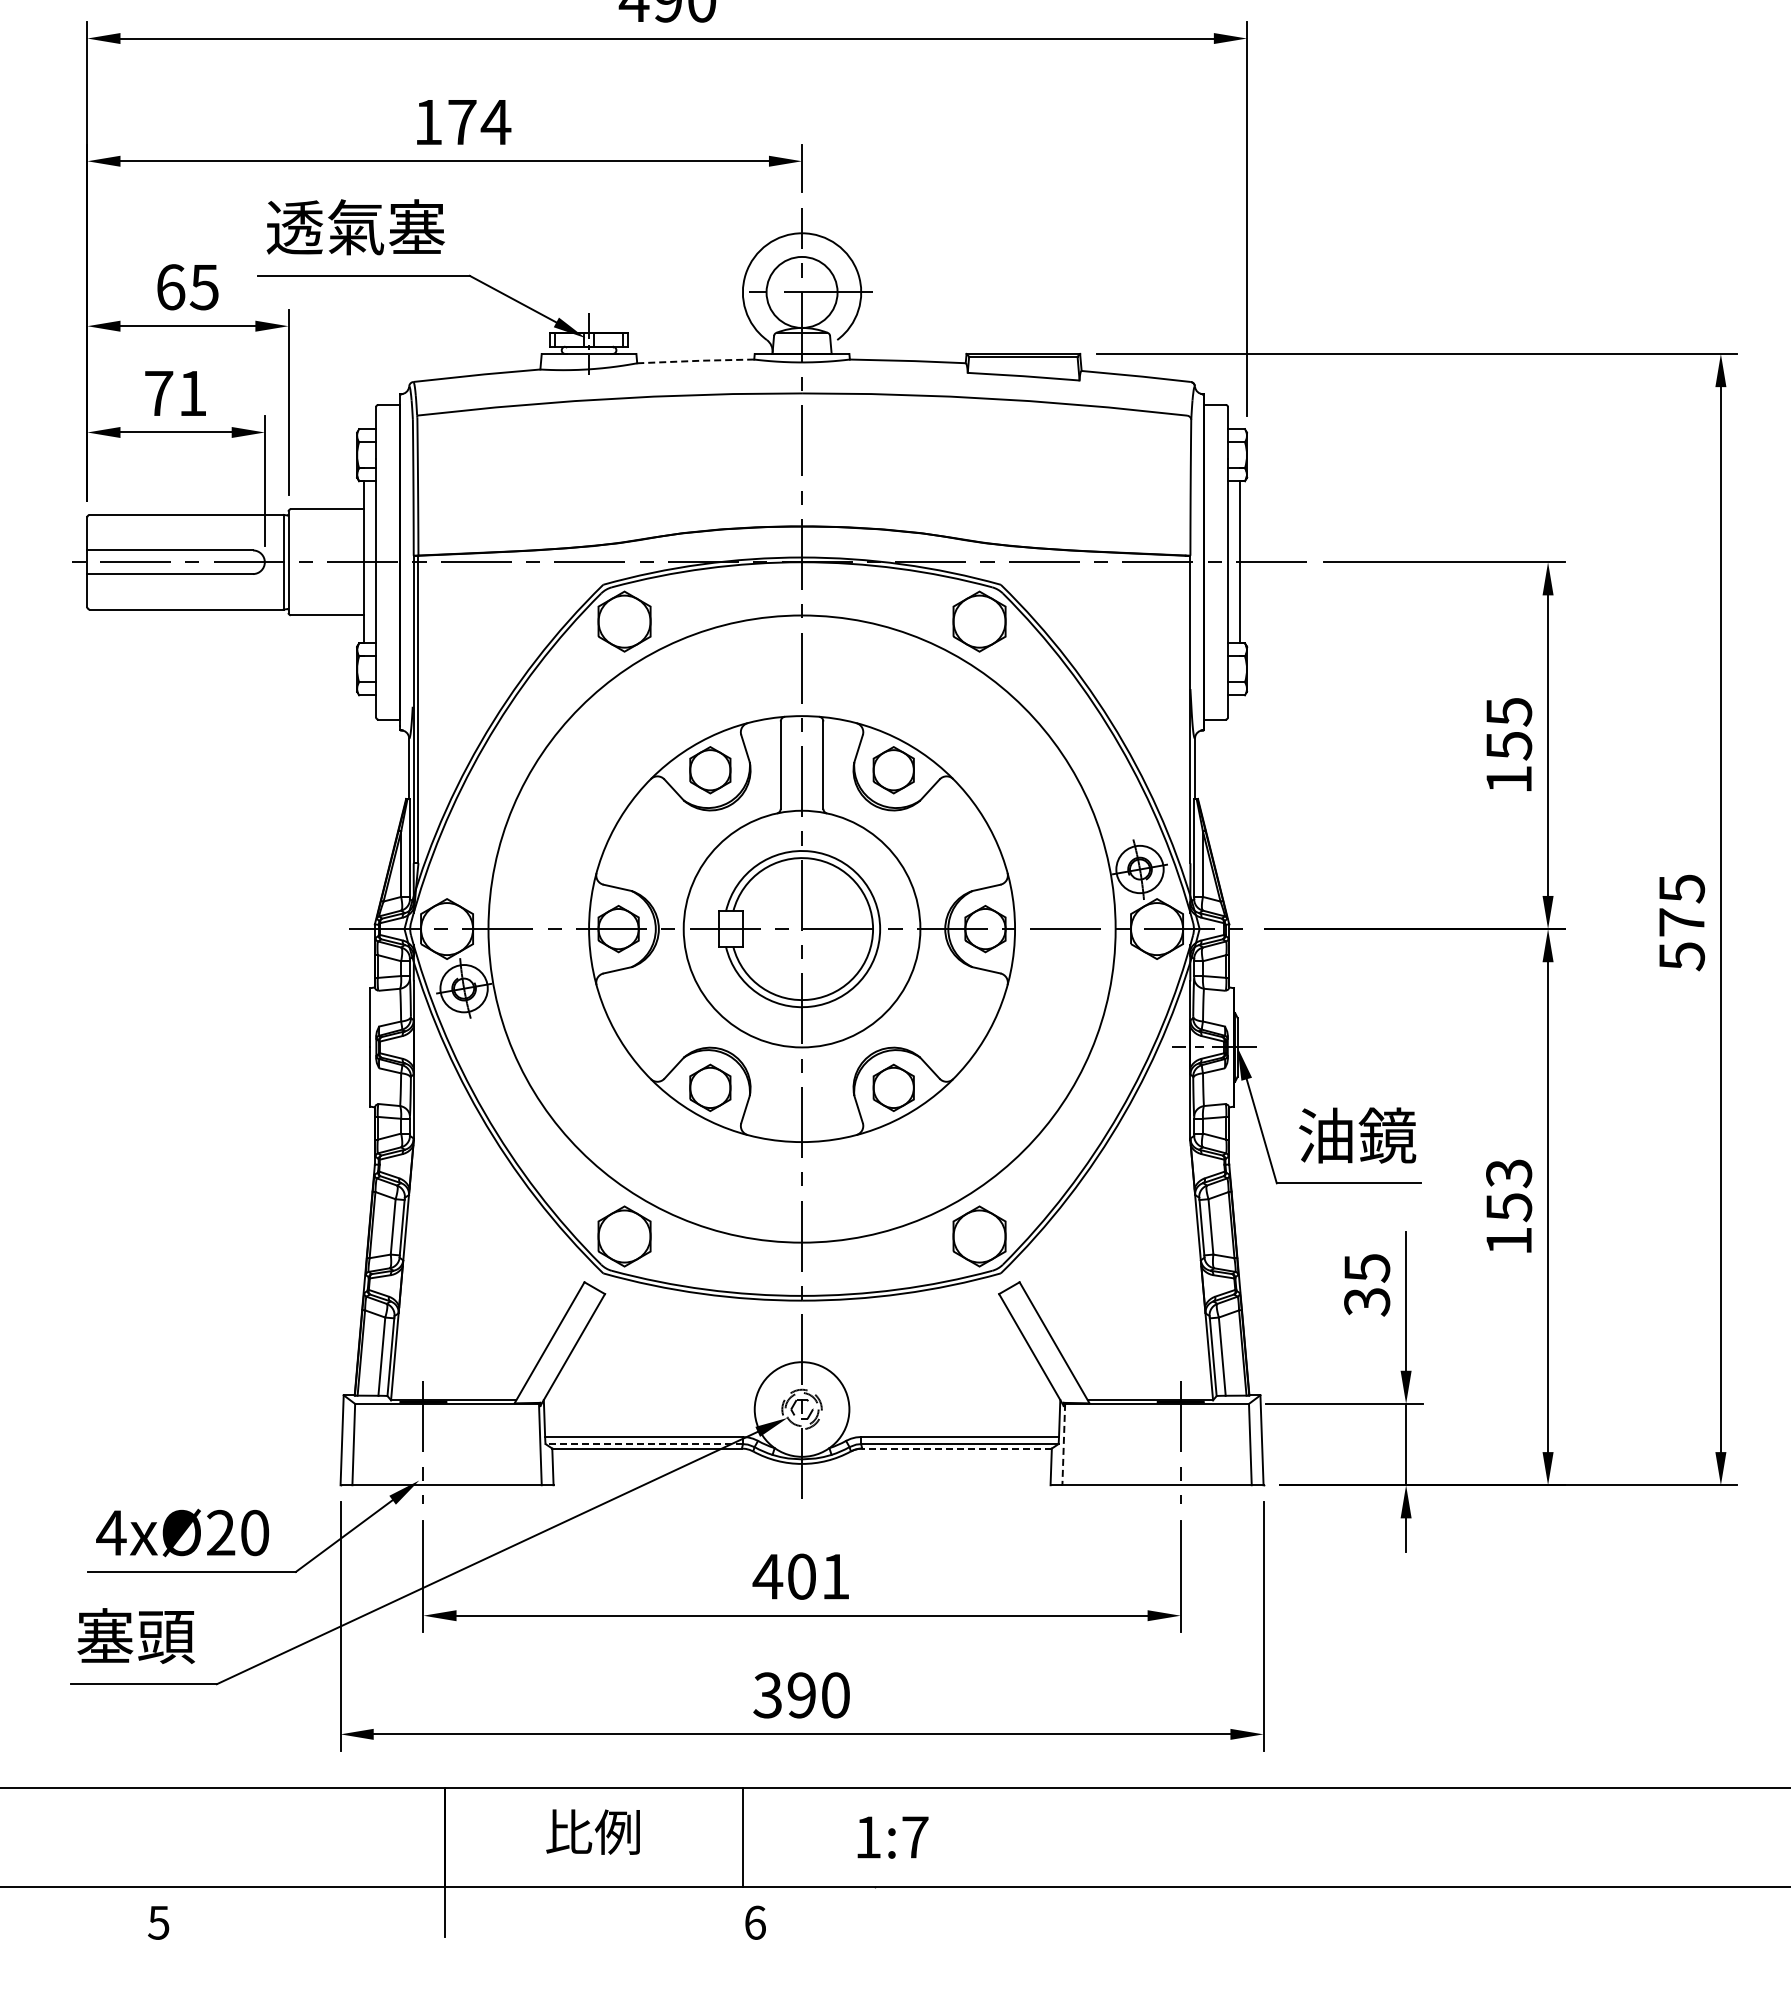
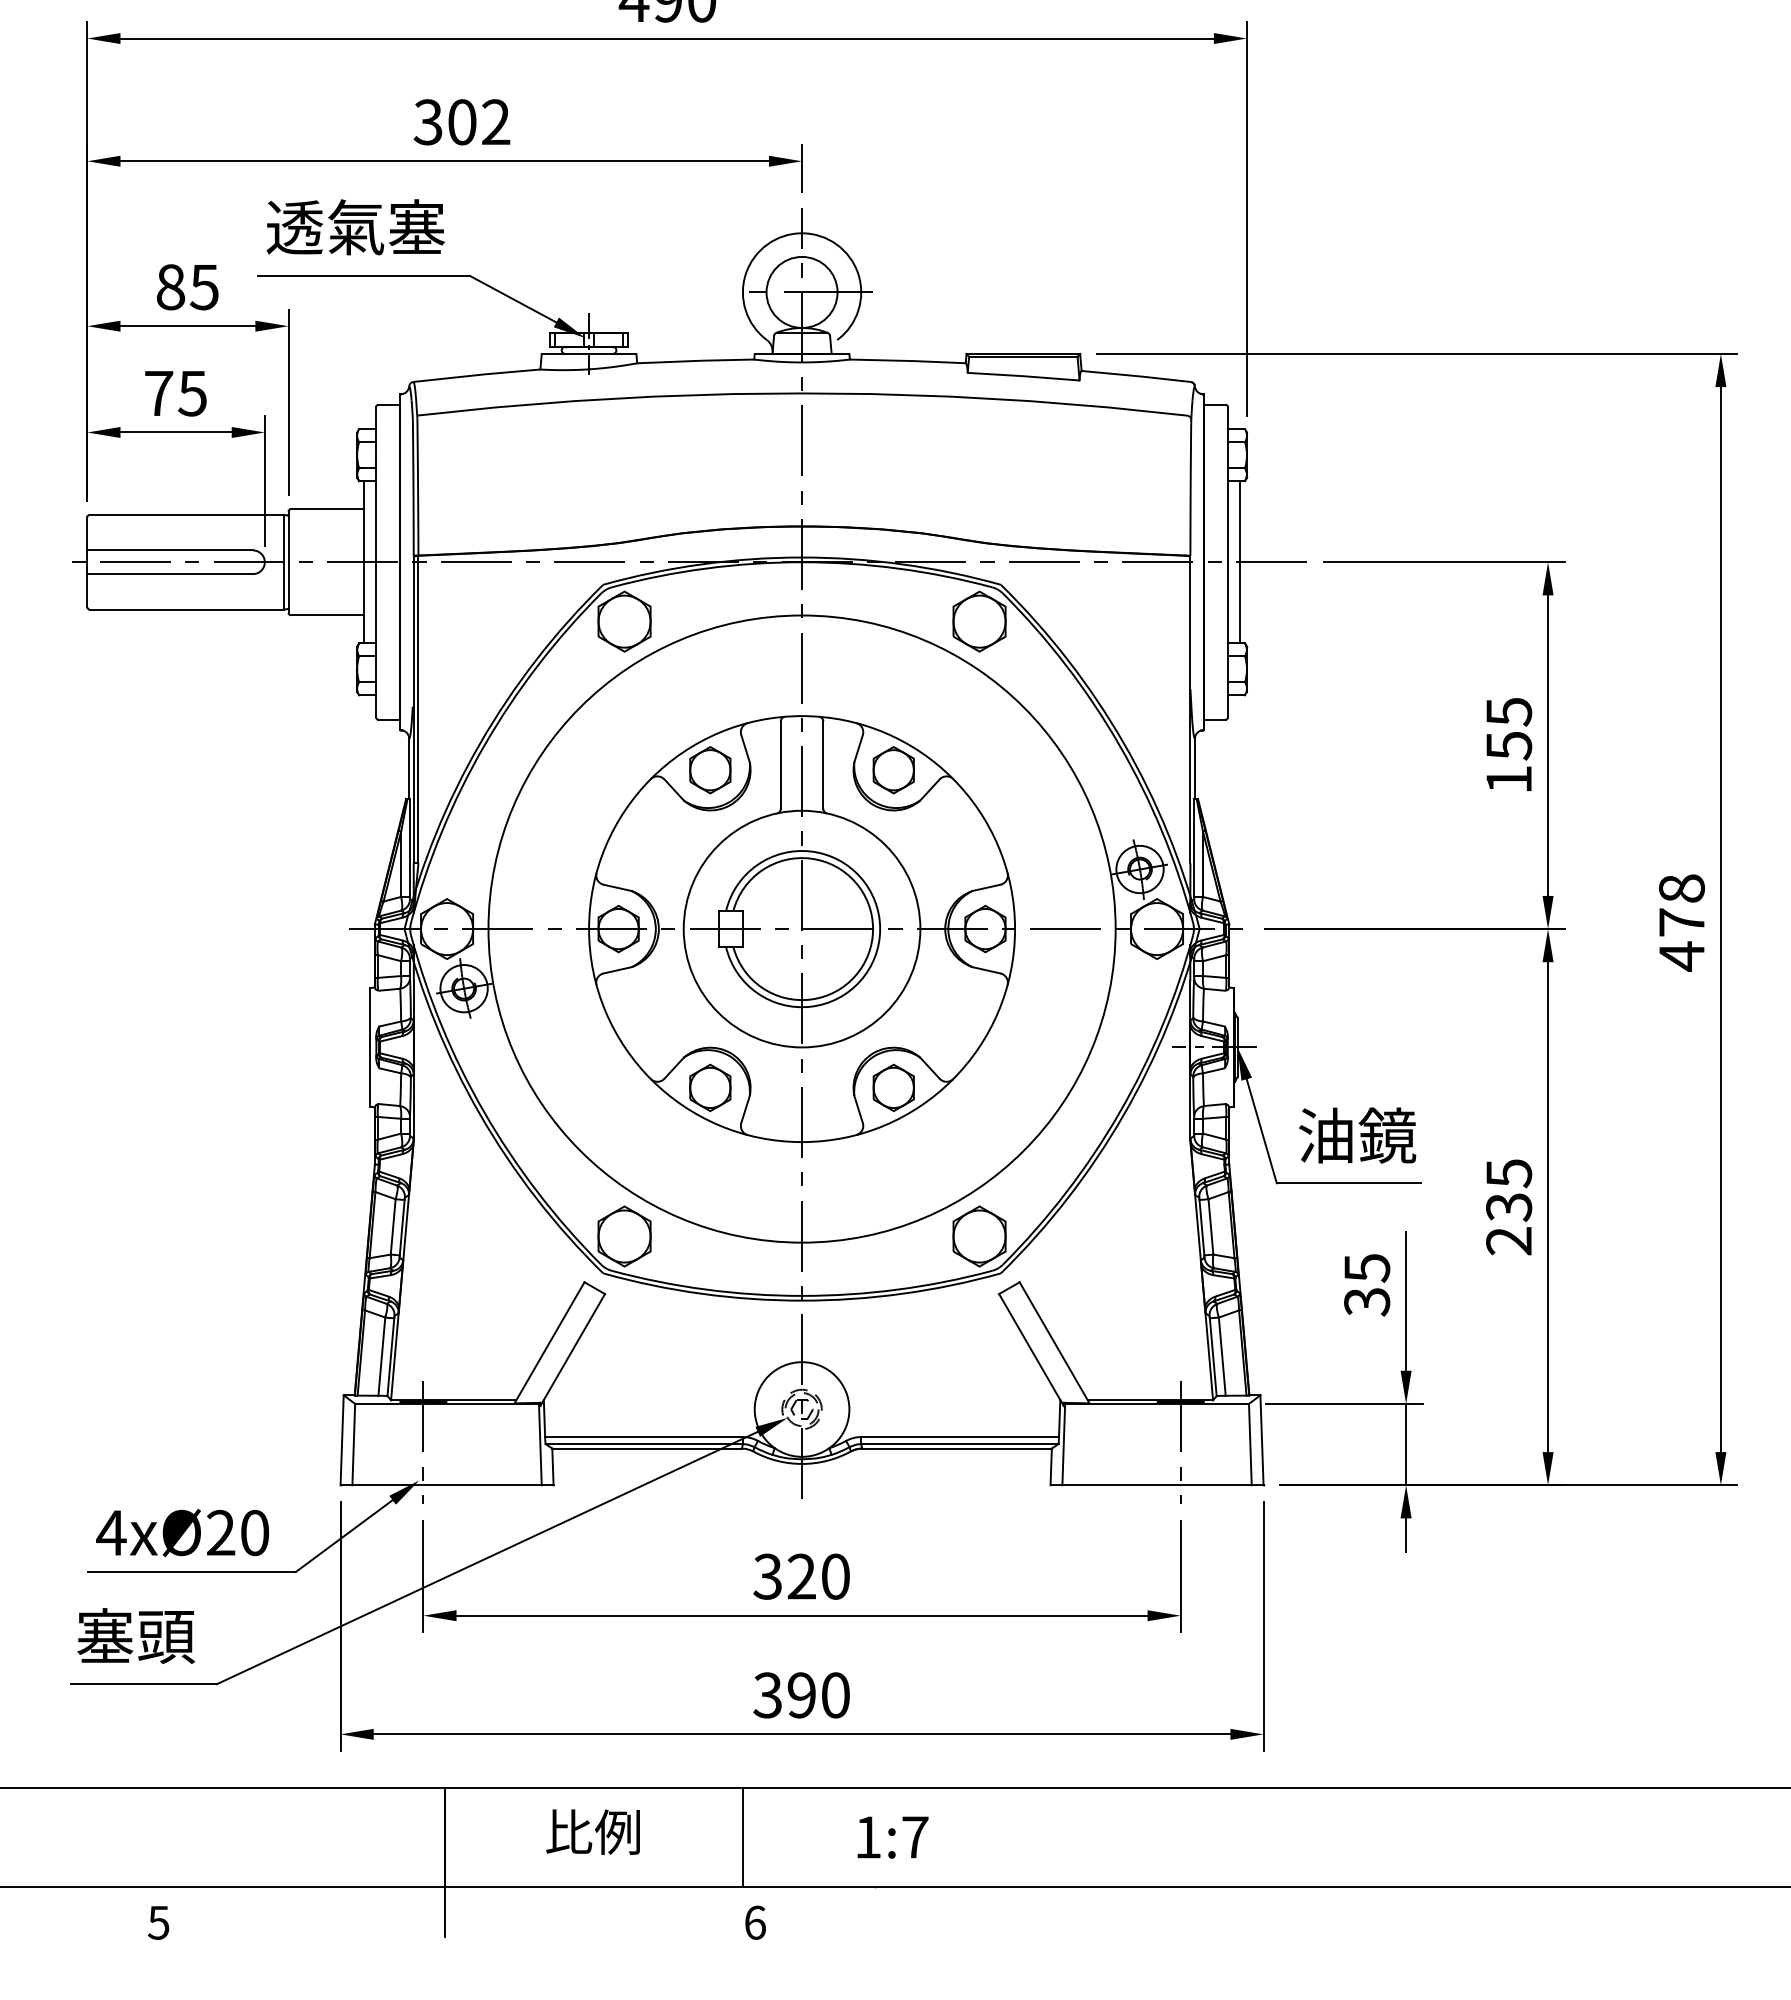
text at (462, 122): 174 -> 302
text at (170, 287): 65 -> 85
line at (696, 360): dashed -> solid
text at (192, 393): 71 -> 75
text at (1682, 922): 575 -> 478
text at (1508, 1207): 153 -> 235
line at (644, 1444): dashed -> solid
line at (1063, 1444): dashed -> solid
line at (957, 1448): dashed -> solid
text at (800, 1576): 401 -> 320
